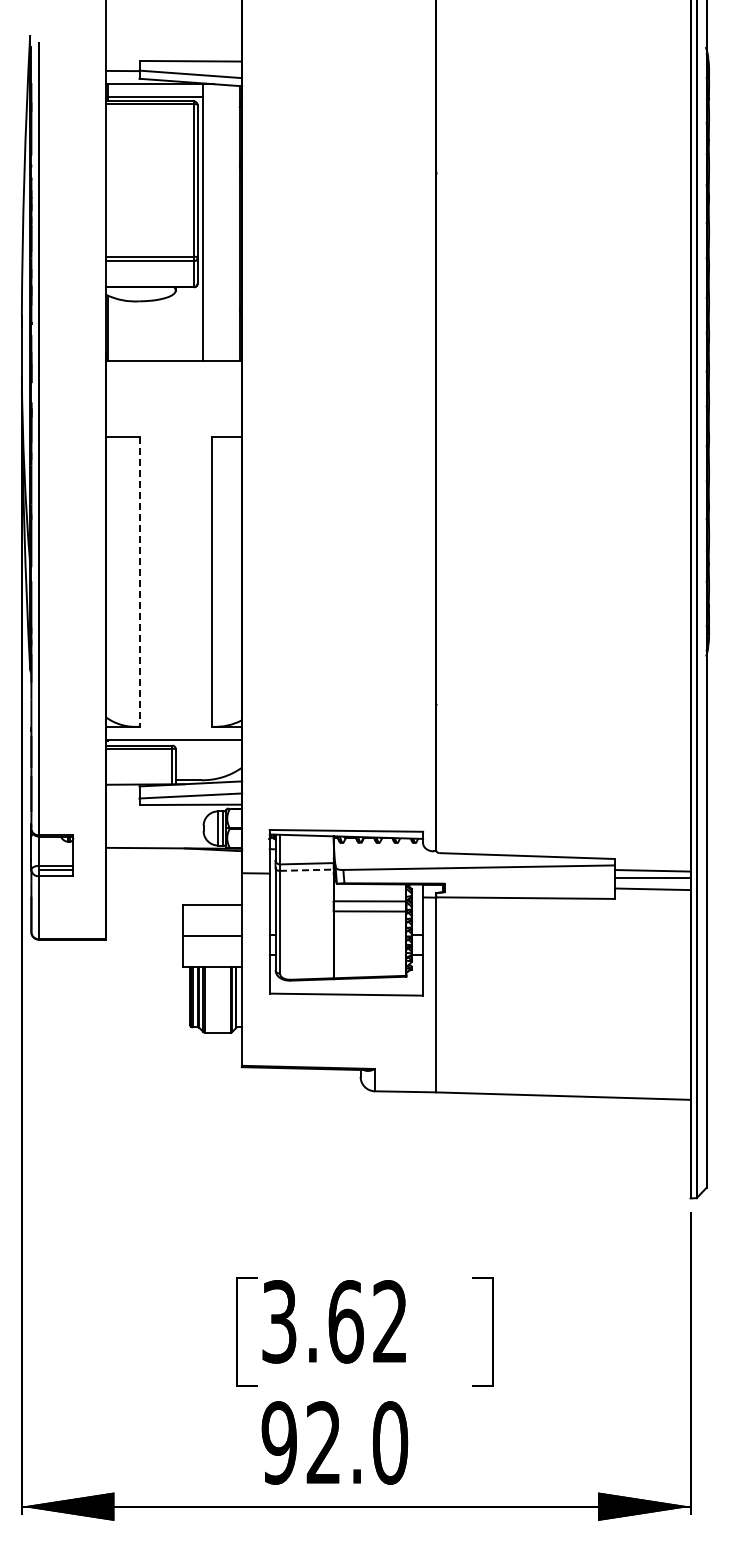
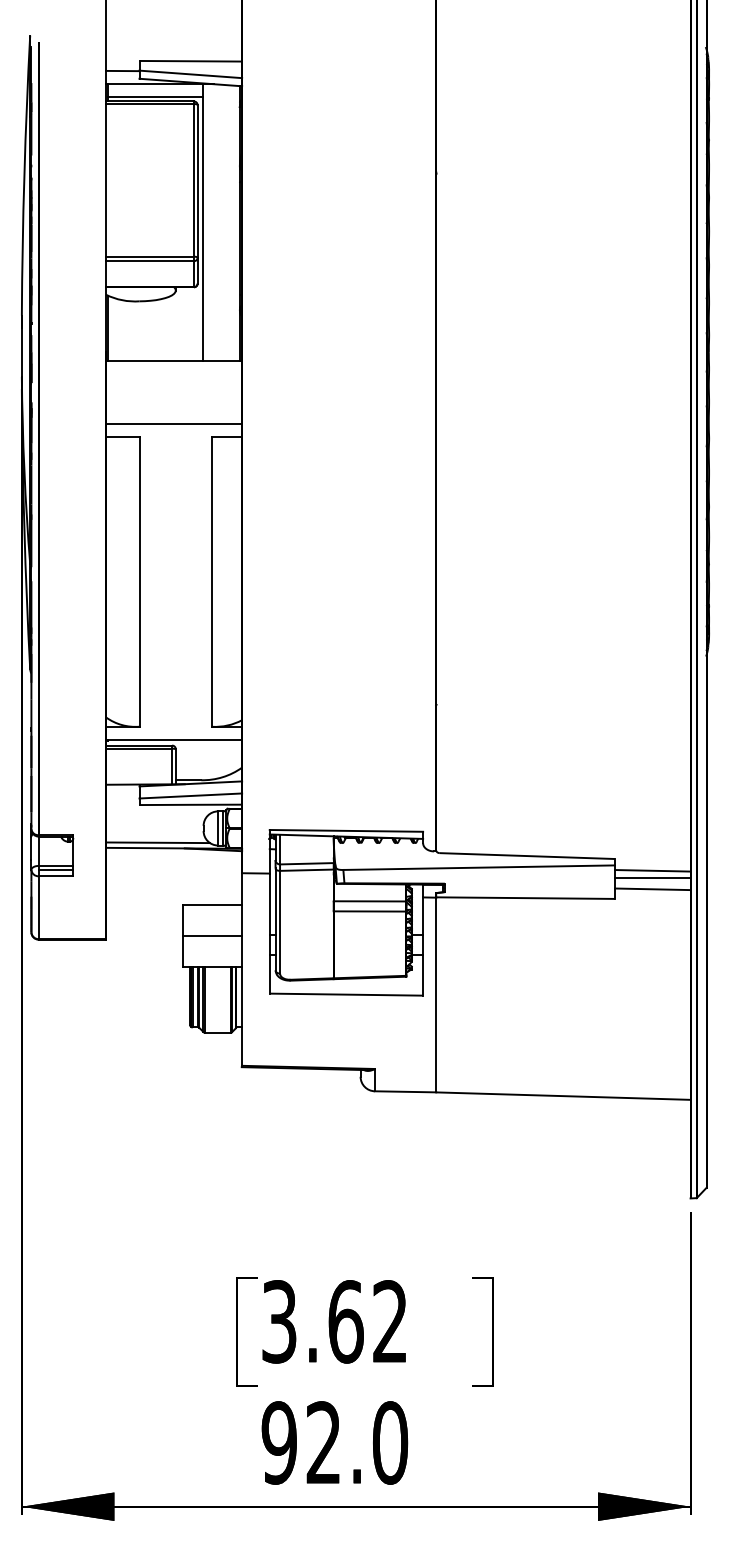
line at (174, 423): none -> present
line at (139, 582): dashed -> solid
line at (158, 842): none -> present
line at (306, 870): dashed -> solid
